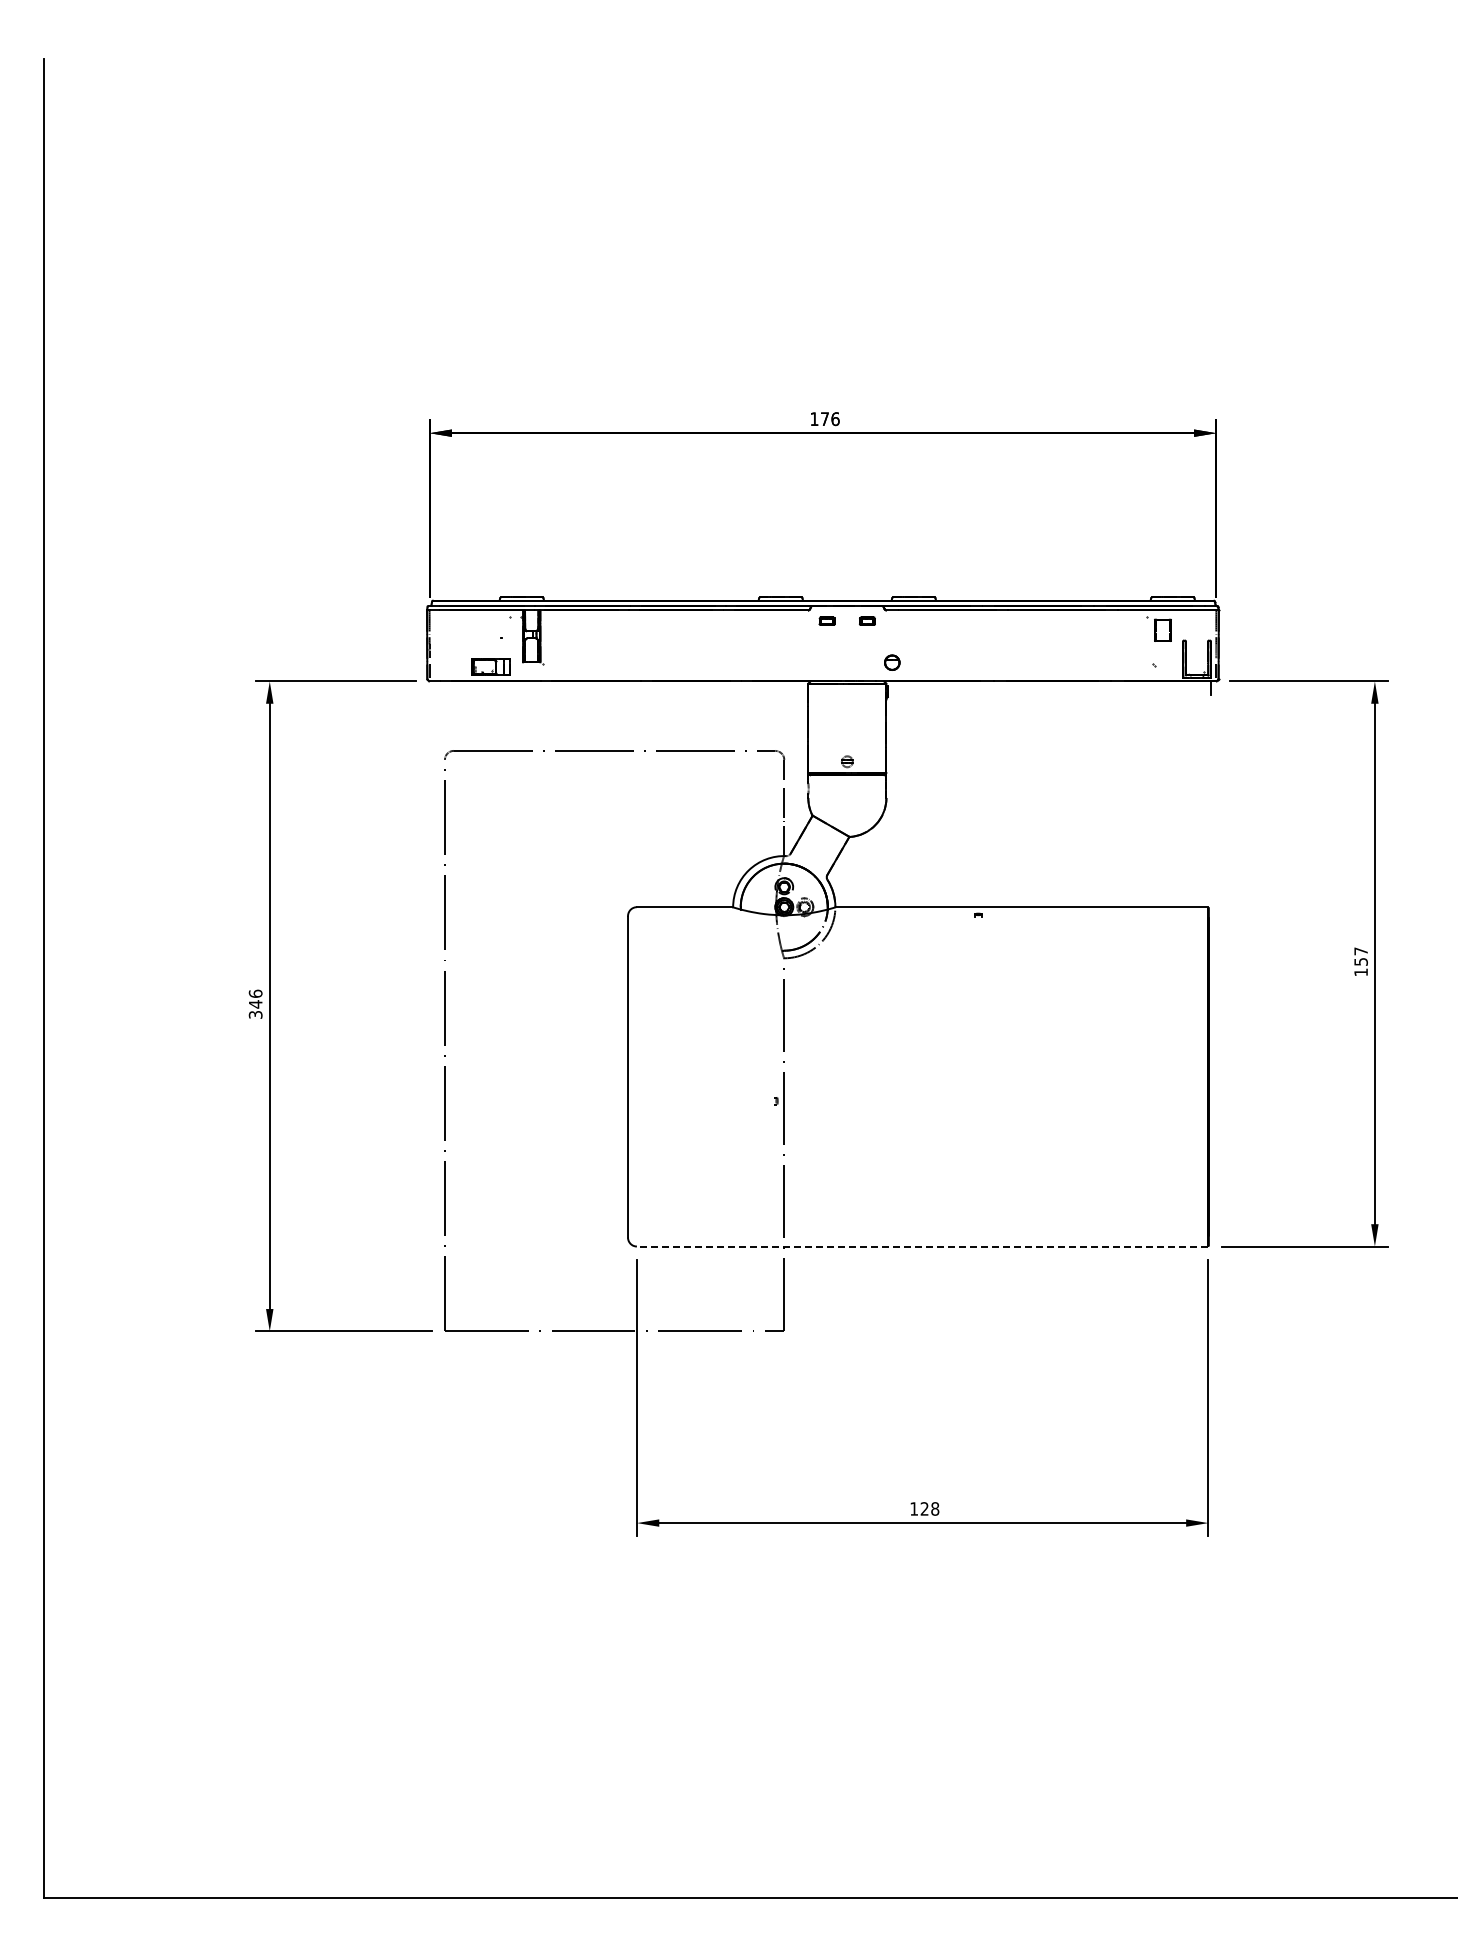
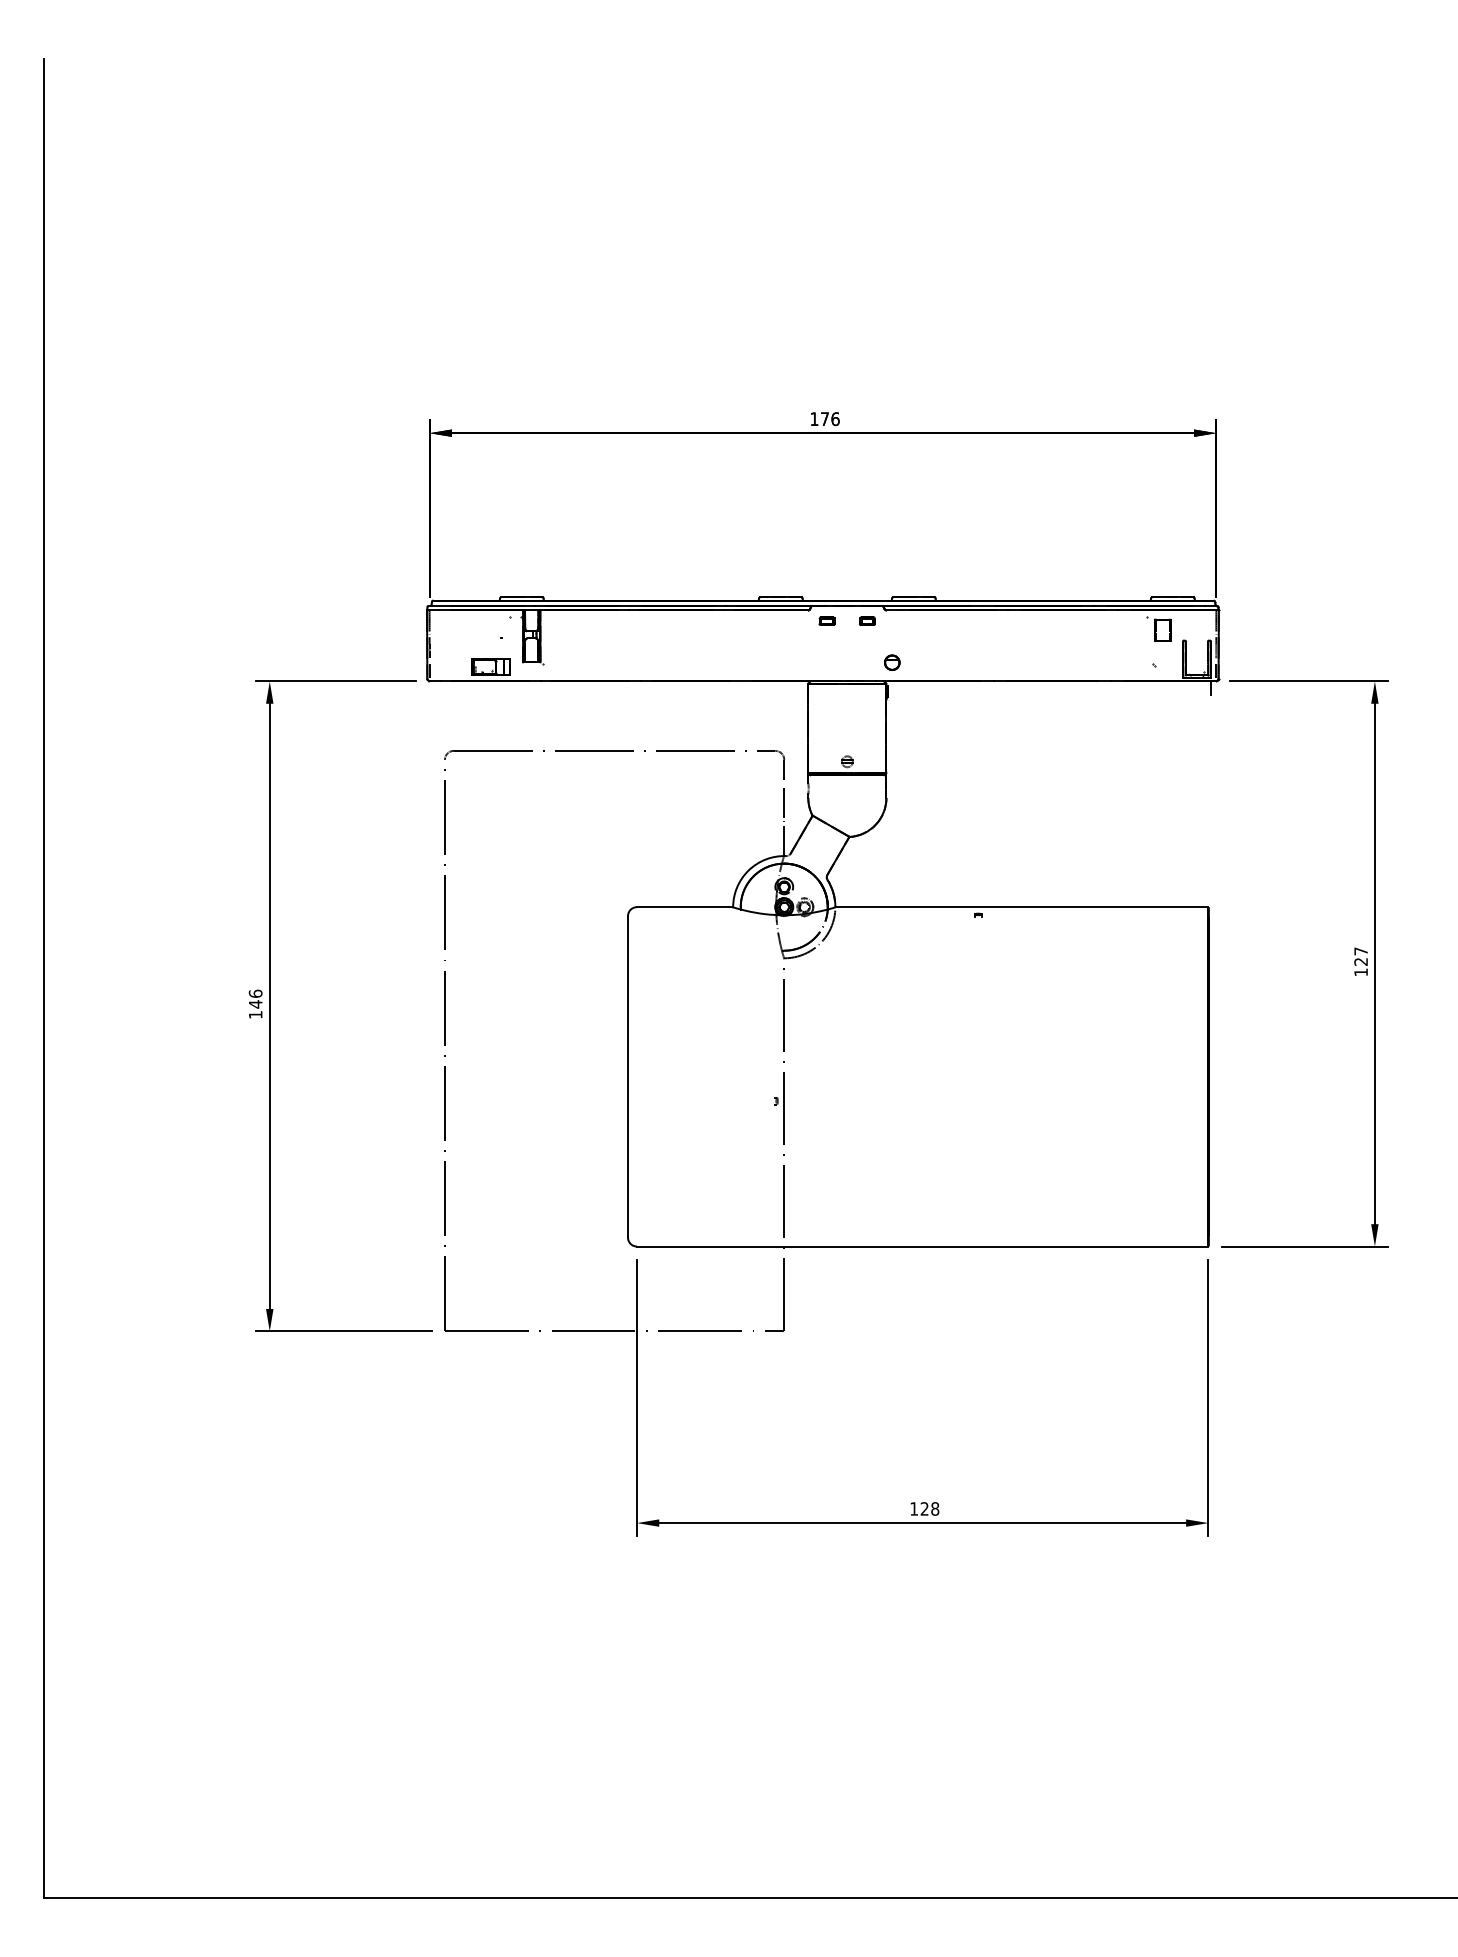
text at (1360, 961): 157 -> 127
text at (255, 1014): 346 -> 146
line at (922, 1246): dashed -> solid
